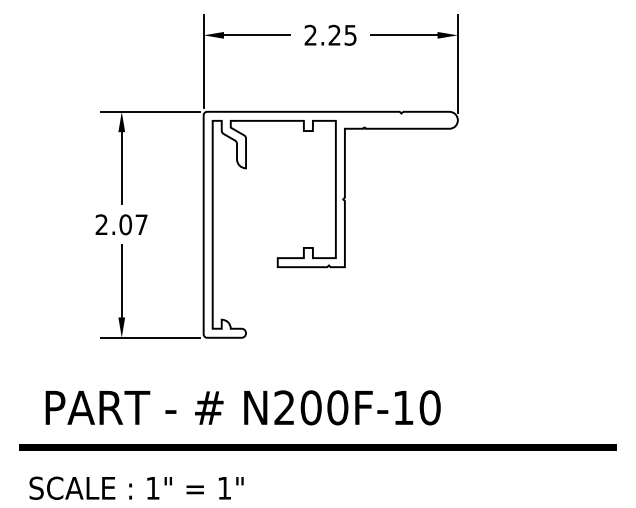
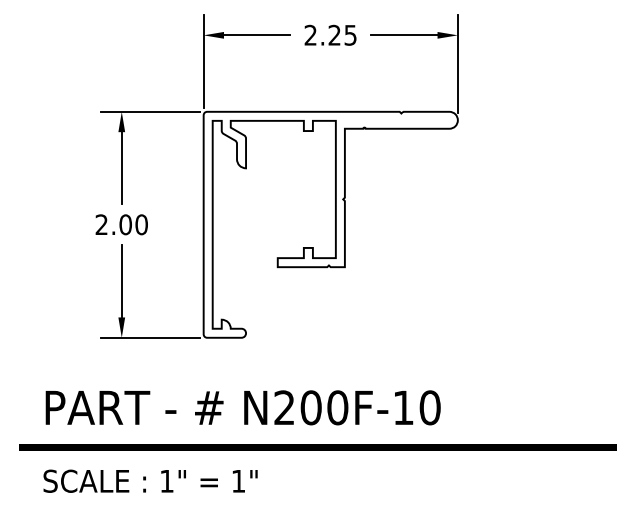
text at (141, 224): 2.07 -> 2.00
text at (136, 487) position: (136, 487) -> (150, 480)
